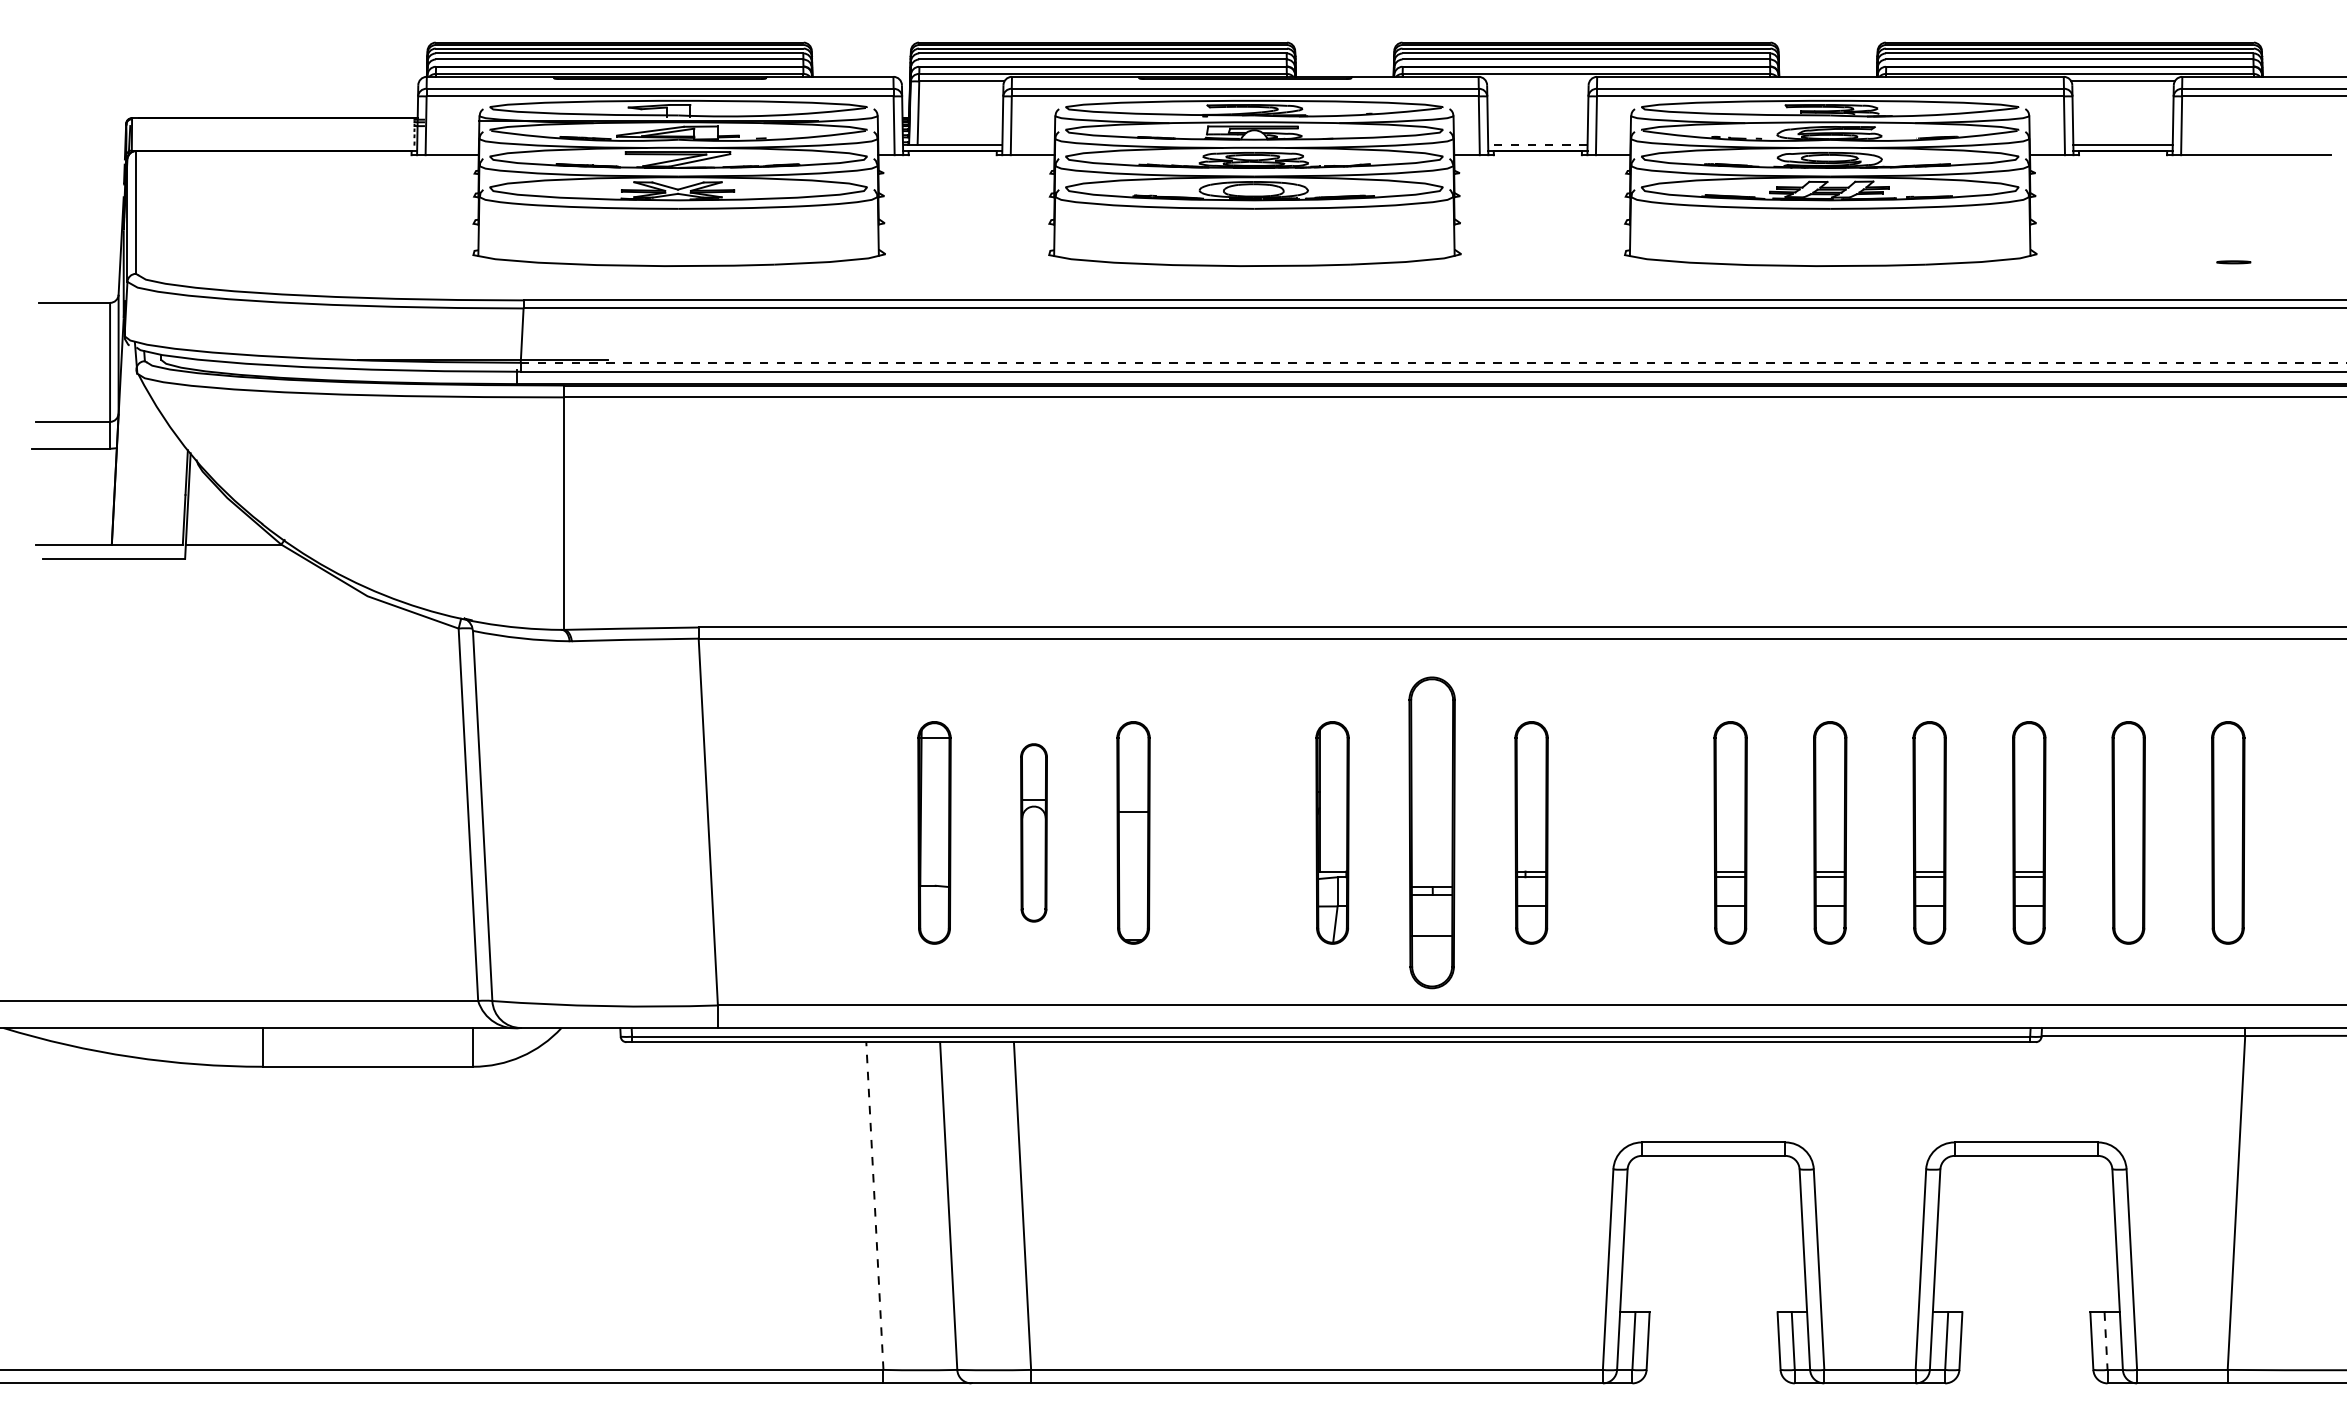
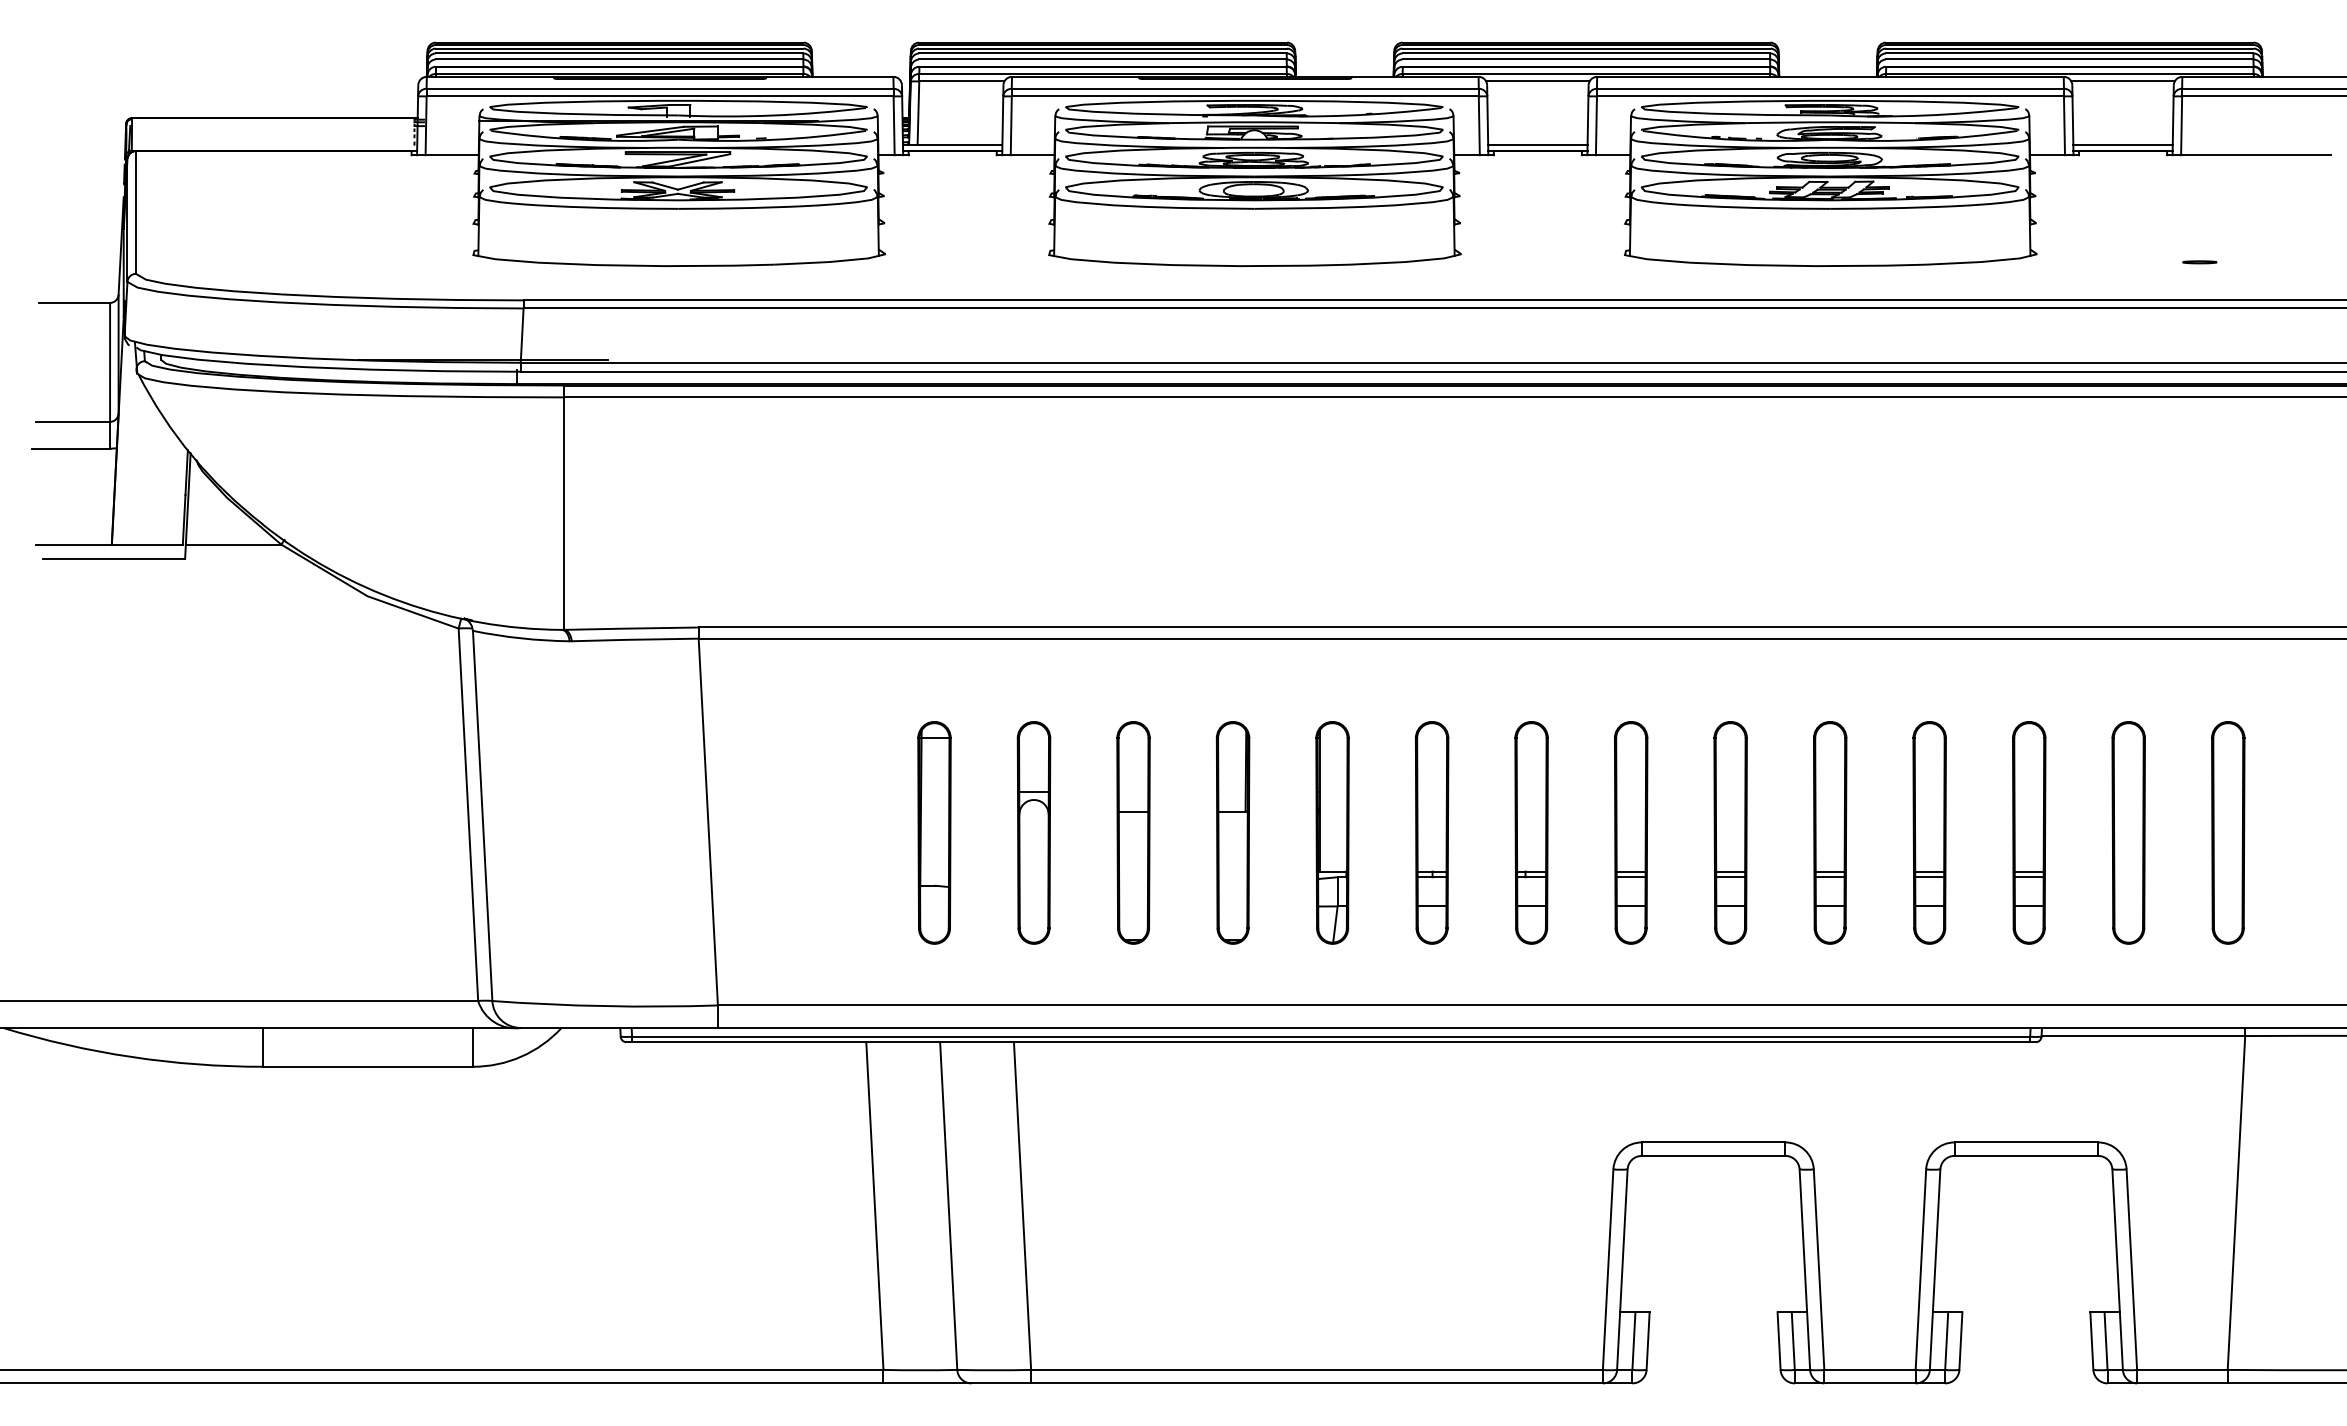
line at (1537, 81): none -> present
line at (1537, 144): dashed -> solid
line at (2233, 262) position: (2233, 262) -> (2199, 262)
line at (1433, 362): dashed -> solid
part at (1033, 832) size: 28x180 px -> 36x224 px
part at (1232, 832): none -> present
part at (1431, 832) size: 48x314 px -> 36x224 px
part at (1631, 832): none -> present
line at (874, 1205): dashed -> solid
line at (2106, 1341): dashed -> solid
